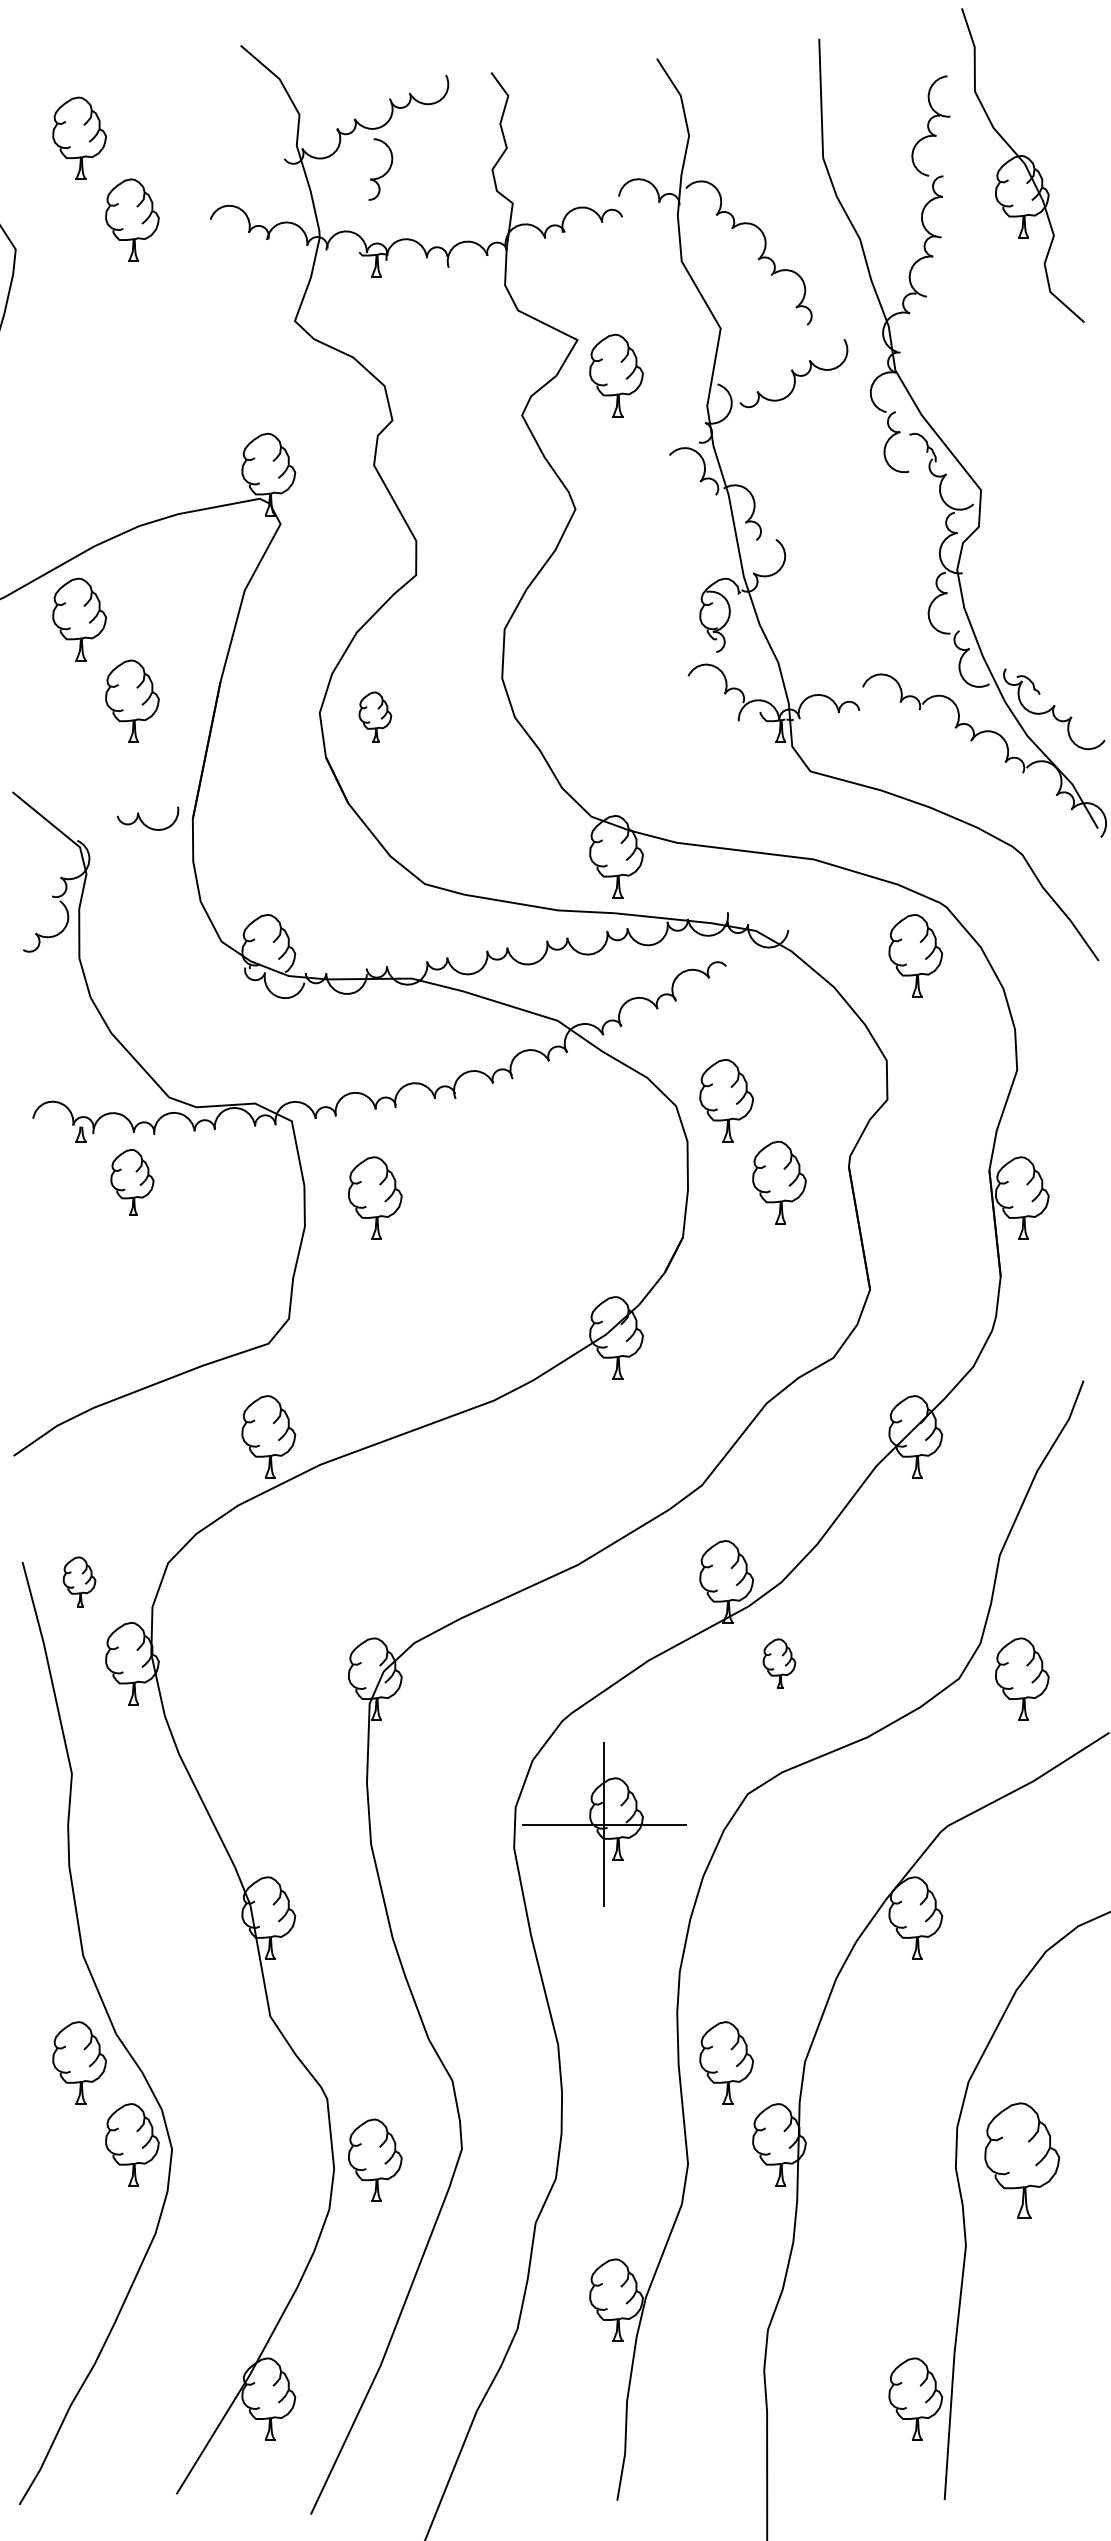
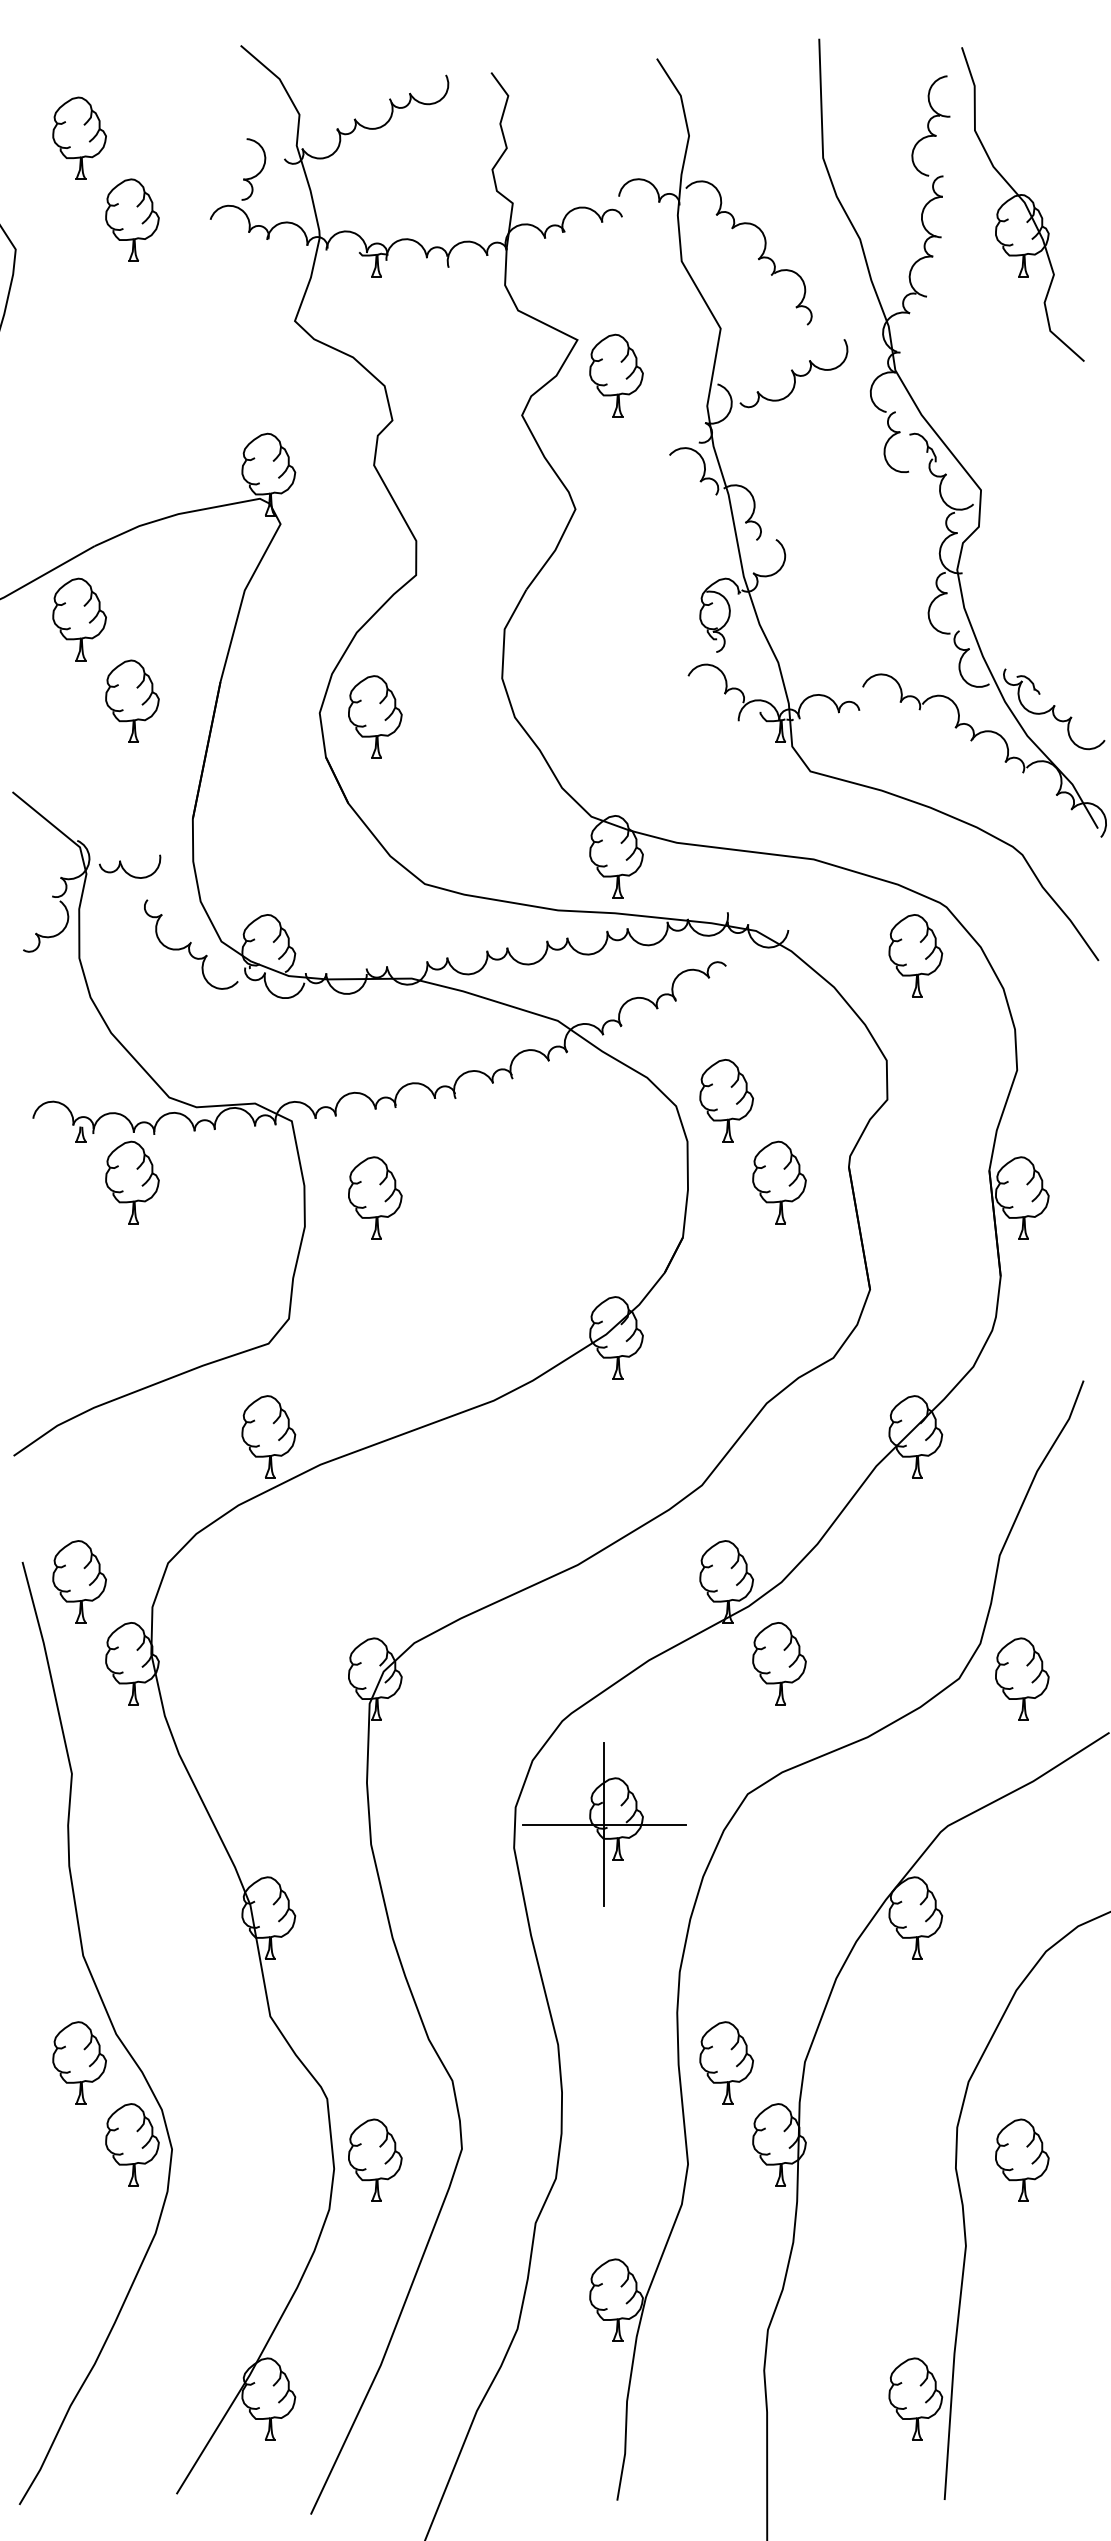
part at (1022, 165) position: (1022, 165) -> (1022, 204)
part at (380, 169) position: (380, 169) -> (253, 169)
part at (375, 716) size: 35x52 px -> 55x84 px
part at (147, 818) position: (147, 818) -> (129, 866)
part at (191, 944): none -> present
part at (132, 1182) size: 45x67 px -> 55x85 px
part at (79, 1581) size: 35x52 px -> 55x84 px
part at (779, 1663) size: 35x51 px -> 55x84 px
part at (1022, 2160) size: 77x117 px -> 55x84 px
